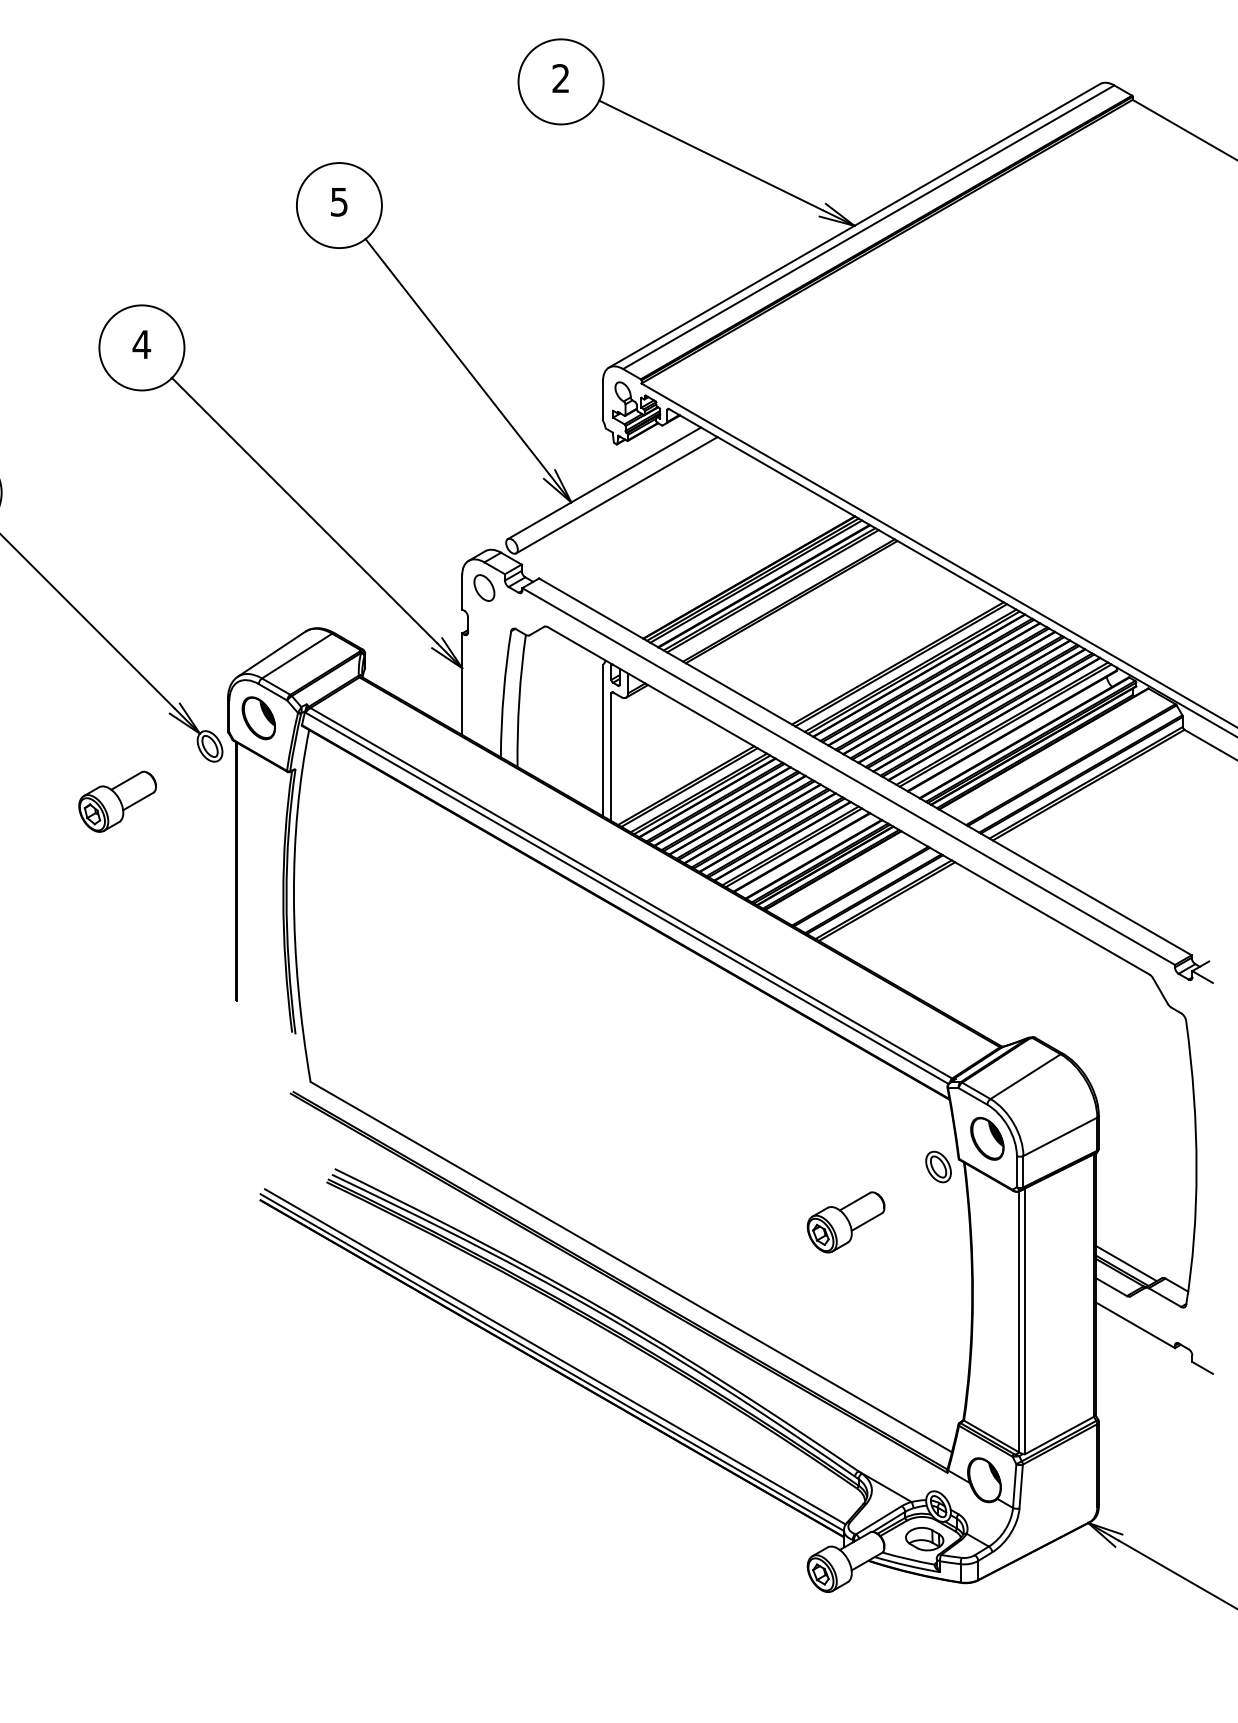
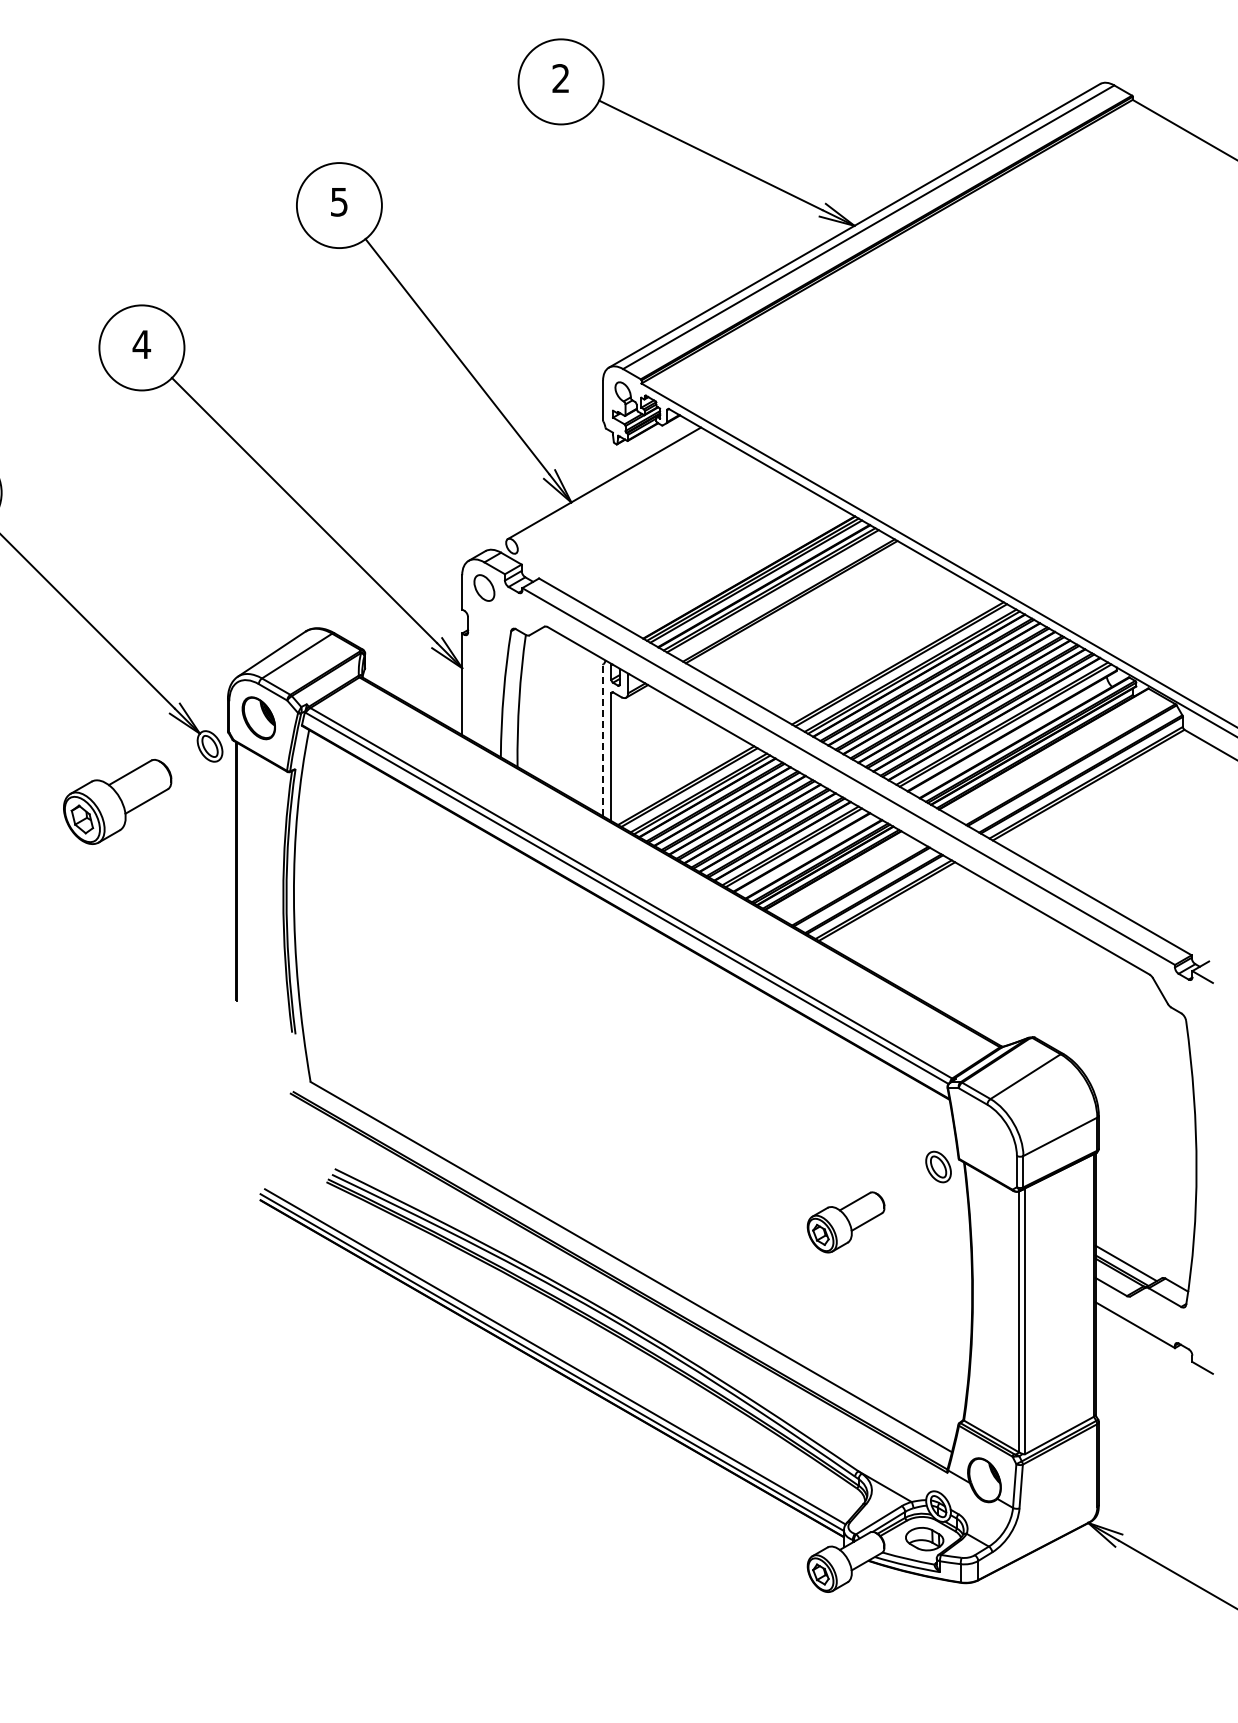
line at (616, 495): present -> none
line at (603, 740): solid -> dashed
part at (117, 801) size: 79x63 px -> 110x86 px
part at (987, 1138): present -> none
